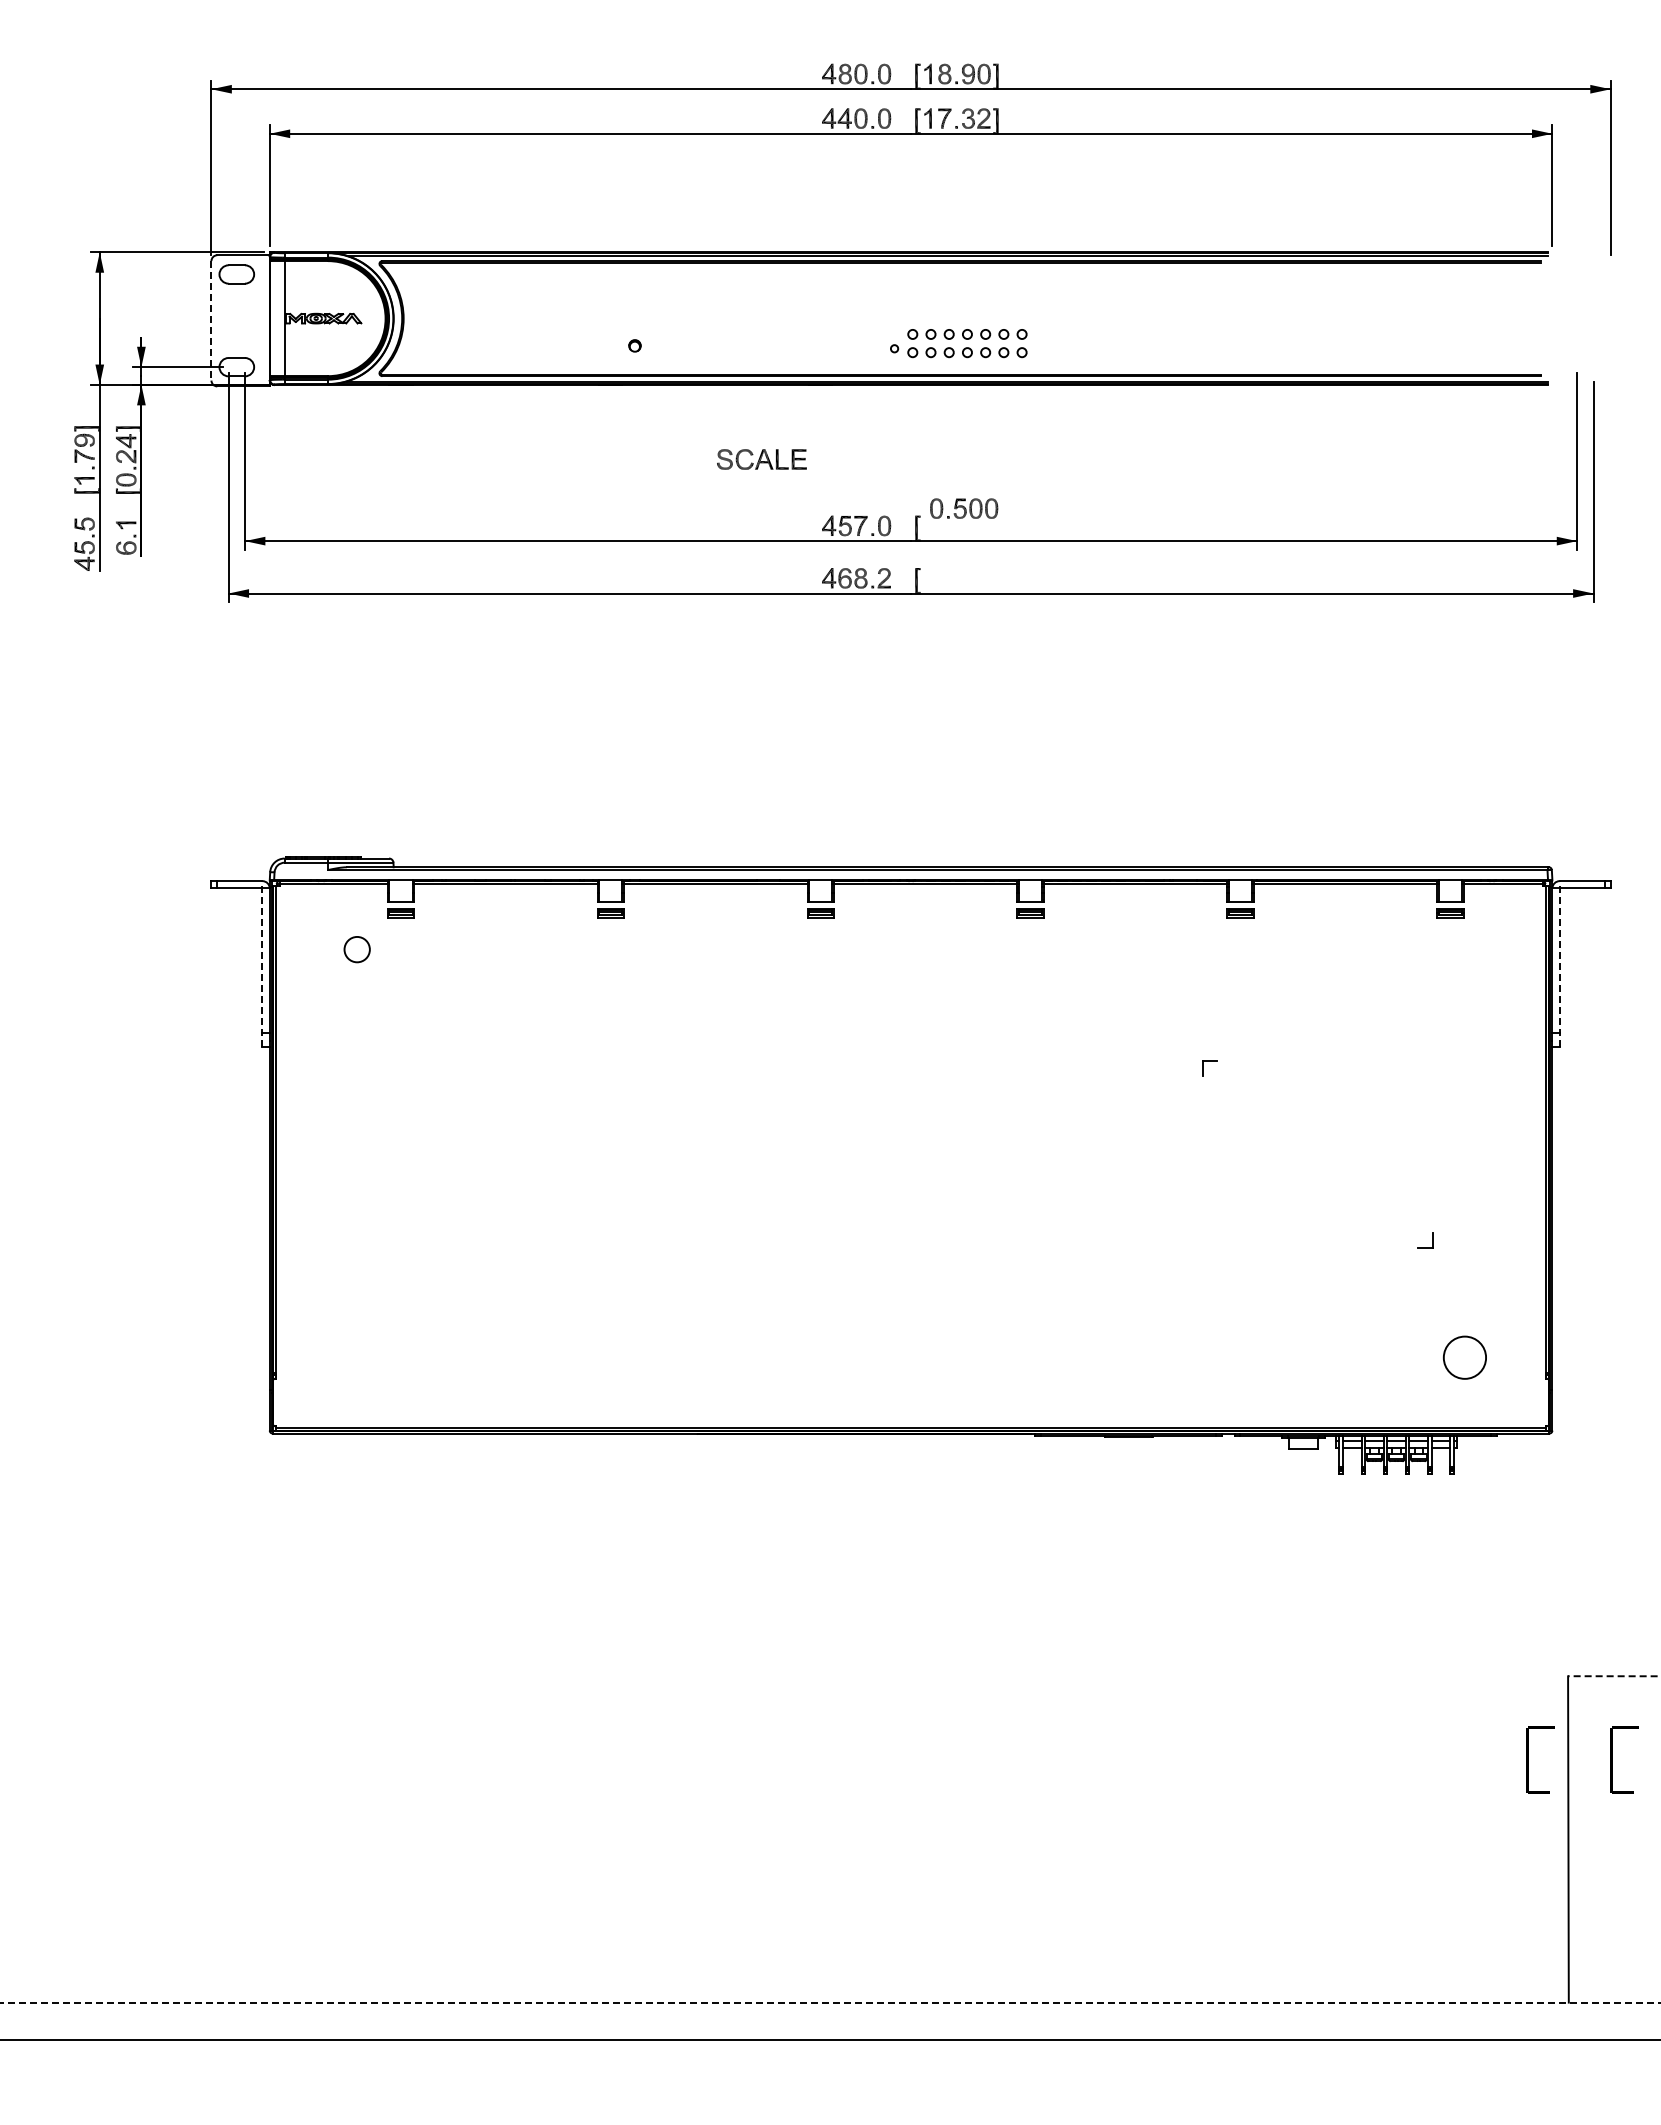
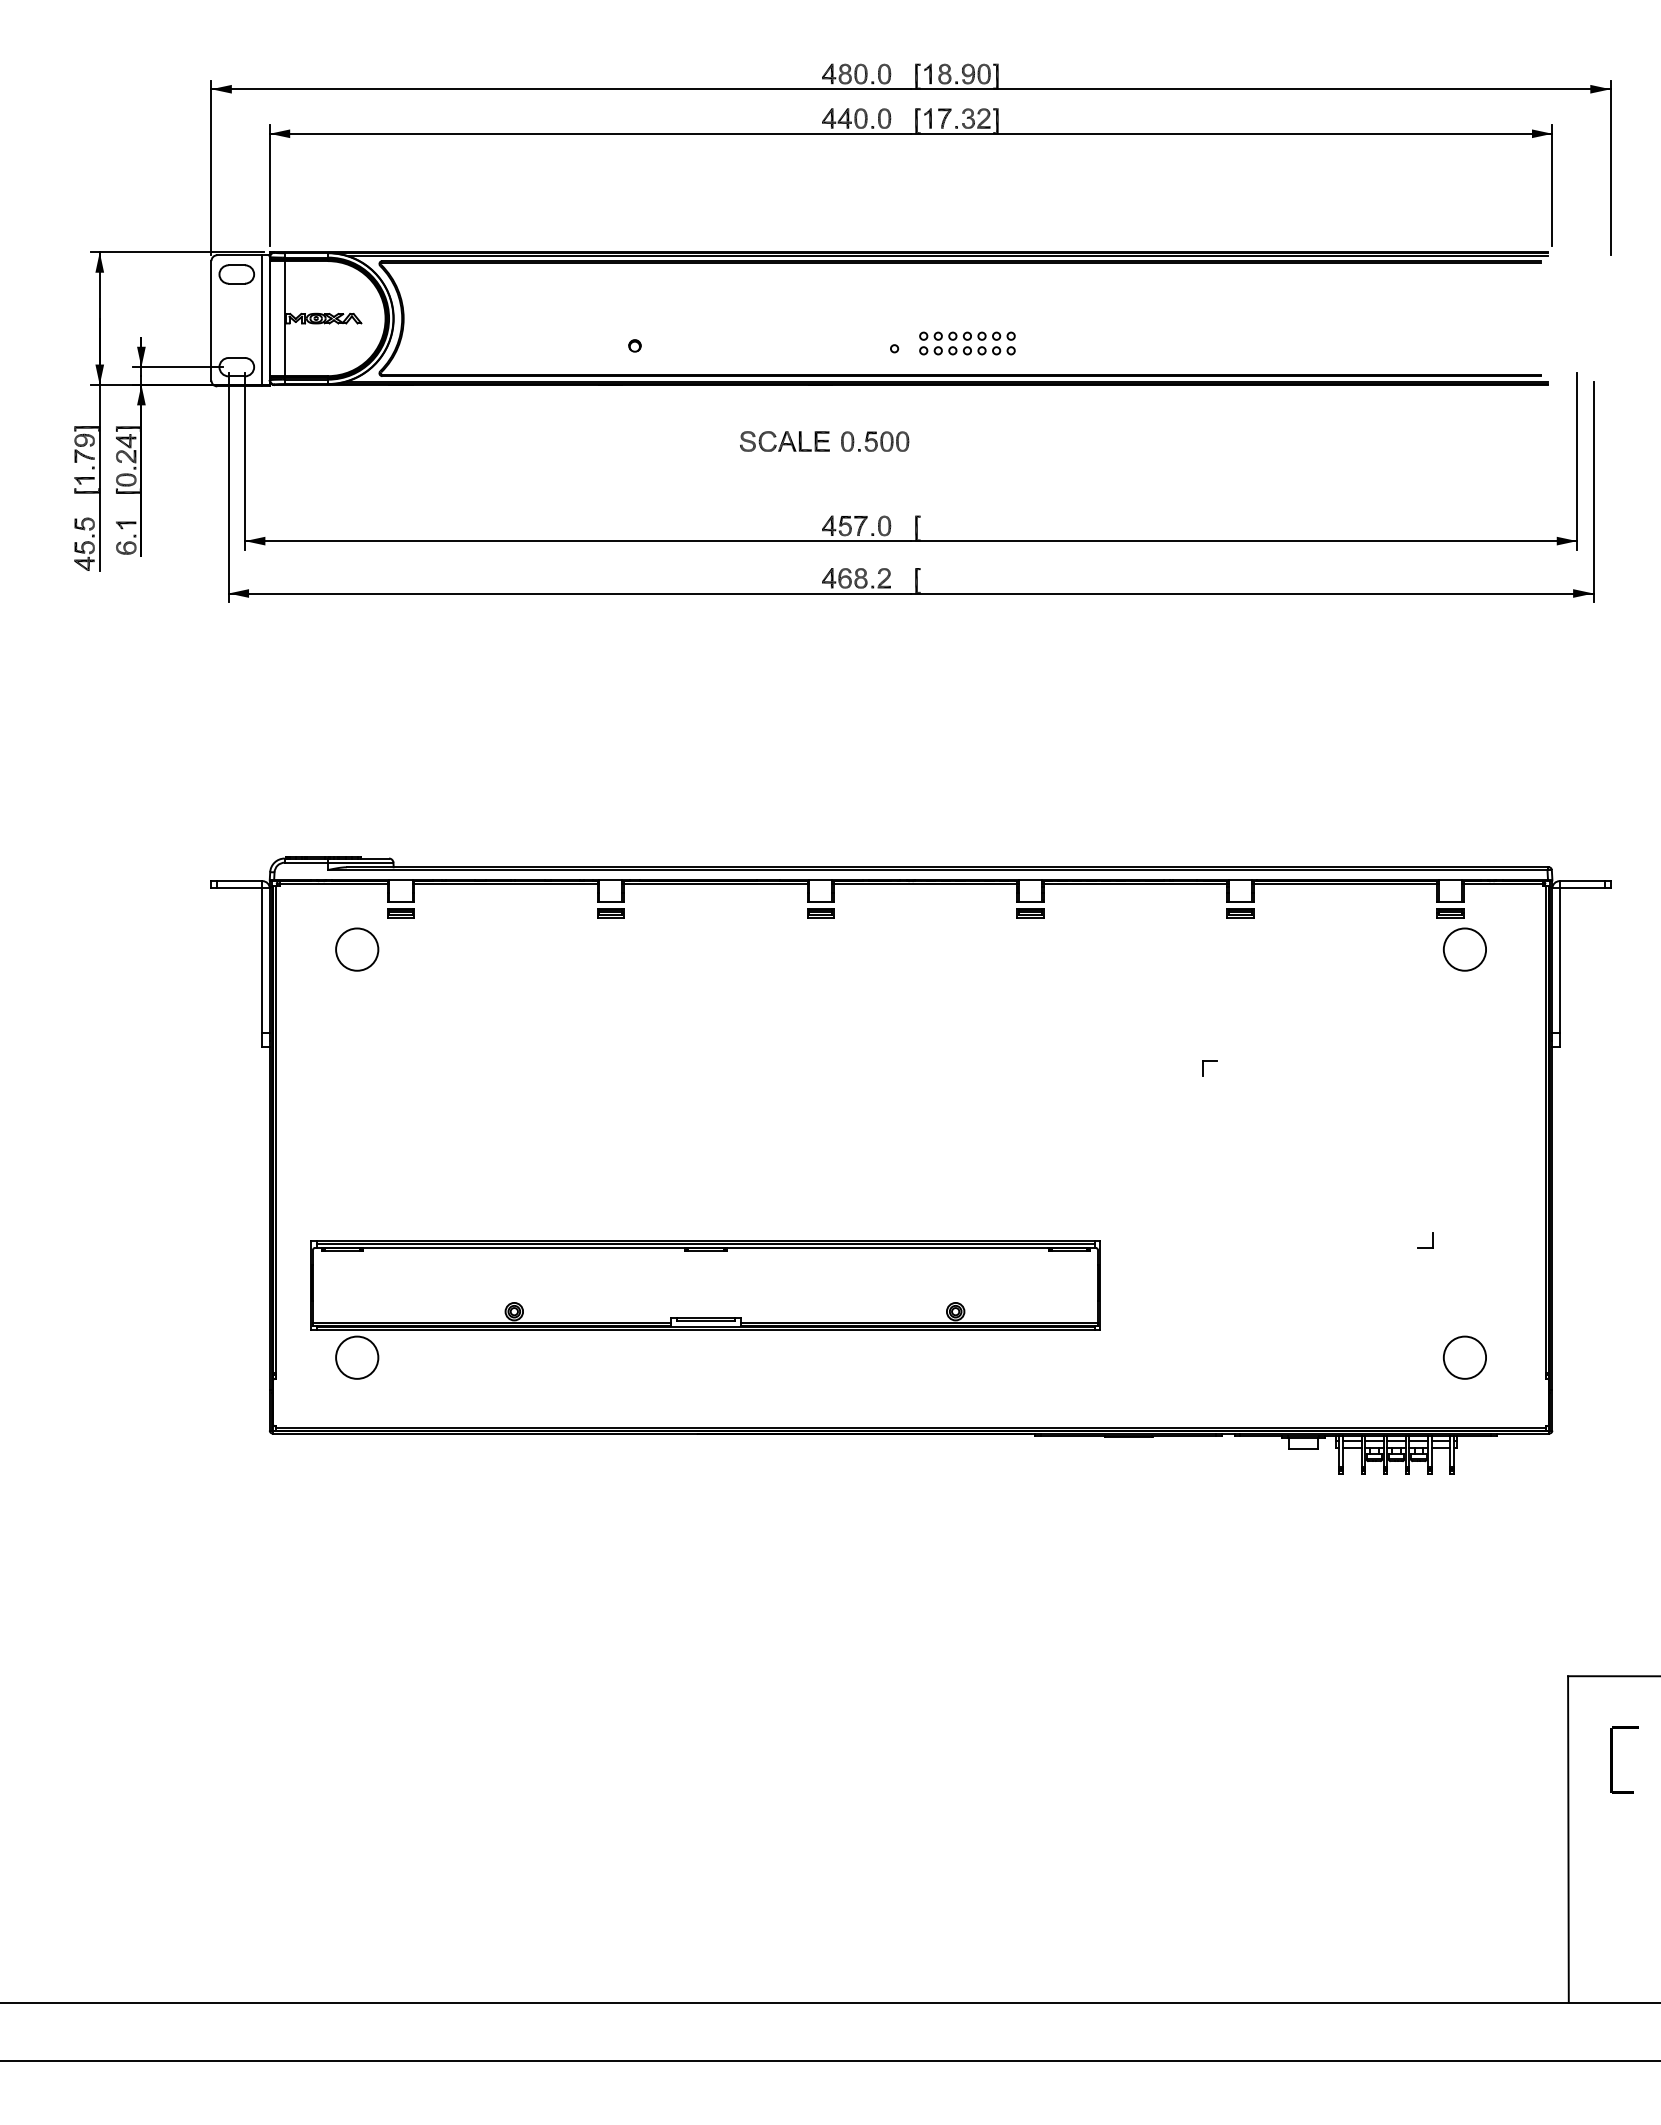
line at (211, 320): dashed -> solid
line at (262, 320): none -> present
part at (967, 343) size: 121x30 px -> 97x25 px
part at (761, 459) position: (761, 459) -> (784, 441)
part at (964, 508) position: (964, 508) -> (875, 441)
circle at (356, 949) diameter: 25 px -> 42 px
circle at (1464, 949): none -> present
line at (262, 963): dashed -> solid
line at (1559, 963): dashed -> solid
part at (705, 1309): none -> present
line at (1613, 1676): dashed -> solid
part at (1528, 1759): present -> none
line at (830, 2002): dashed -> solid
line at (829, 2040) position: (829, 2040) -> (829, 2061)
